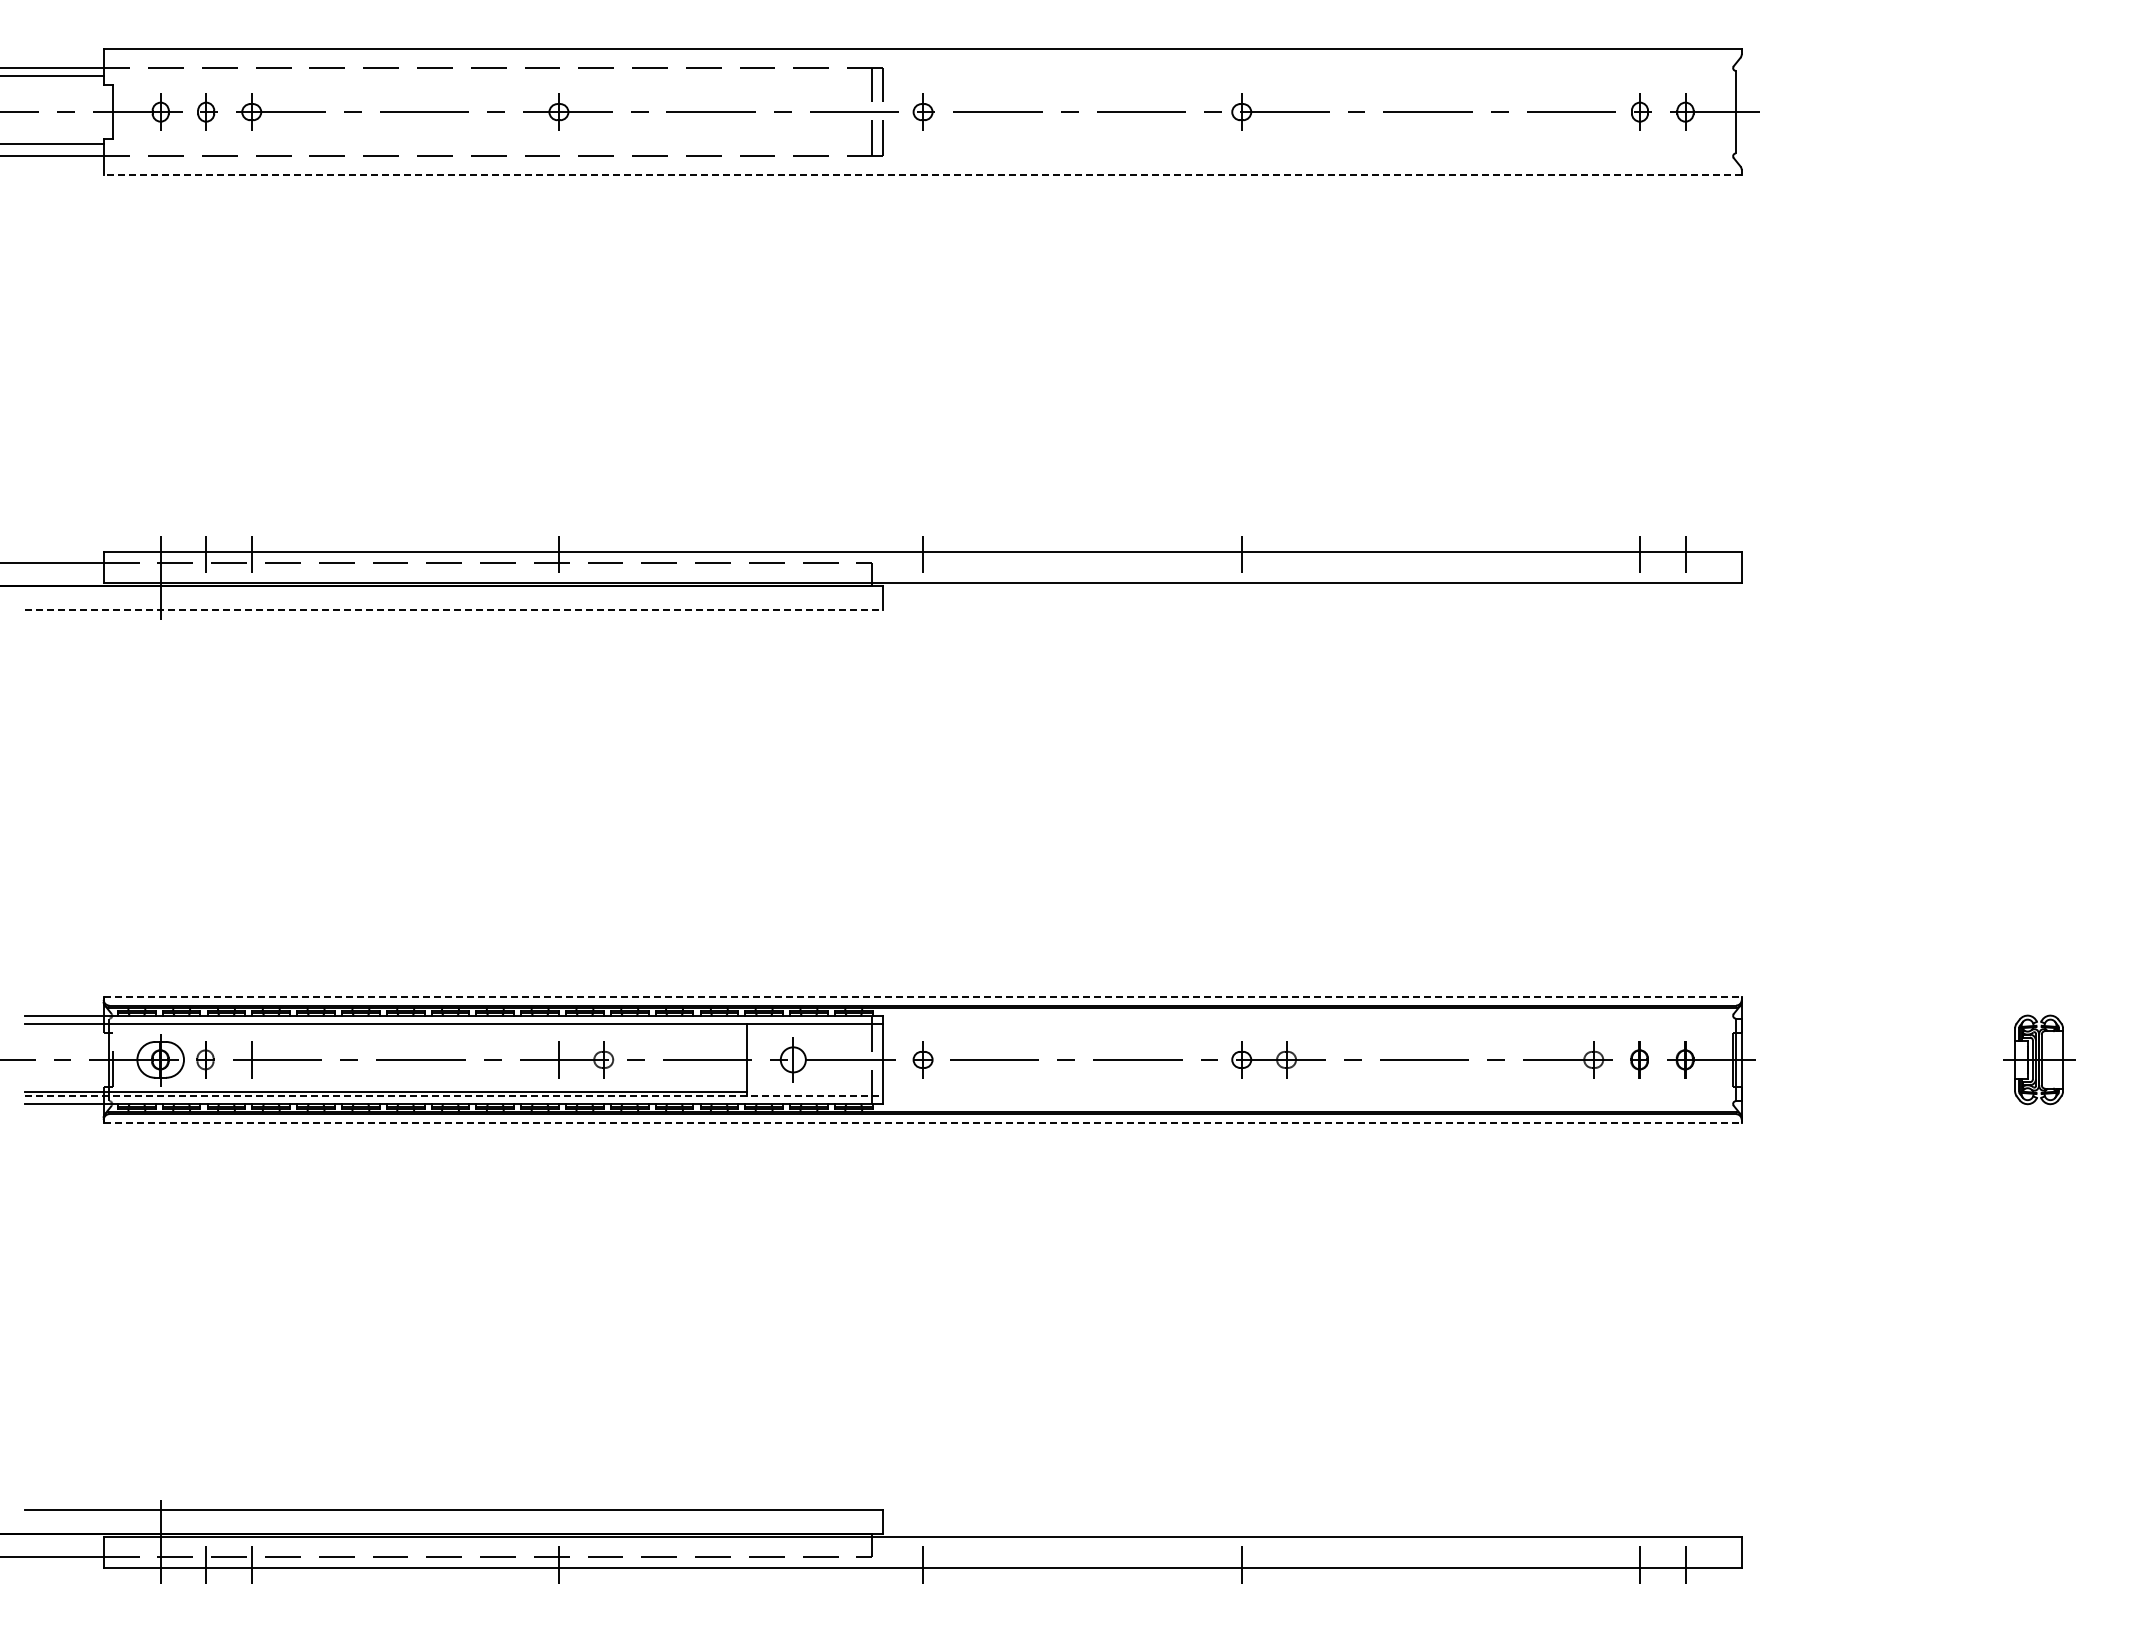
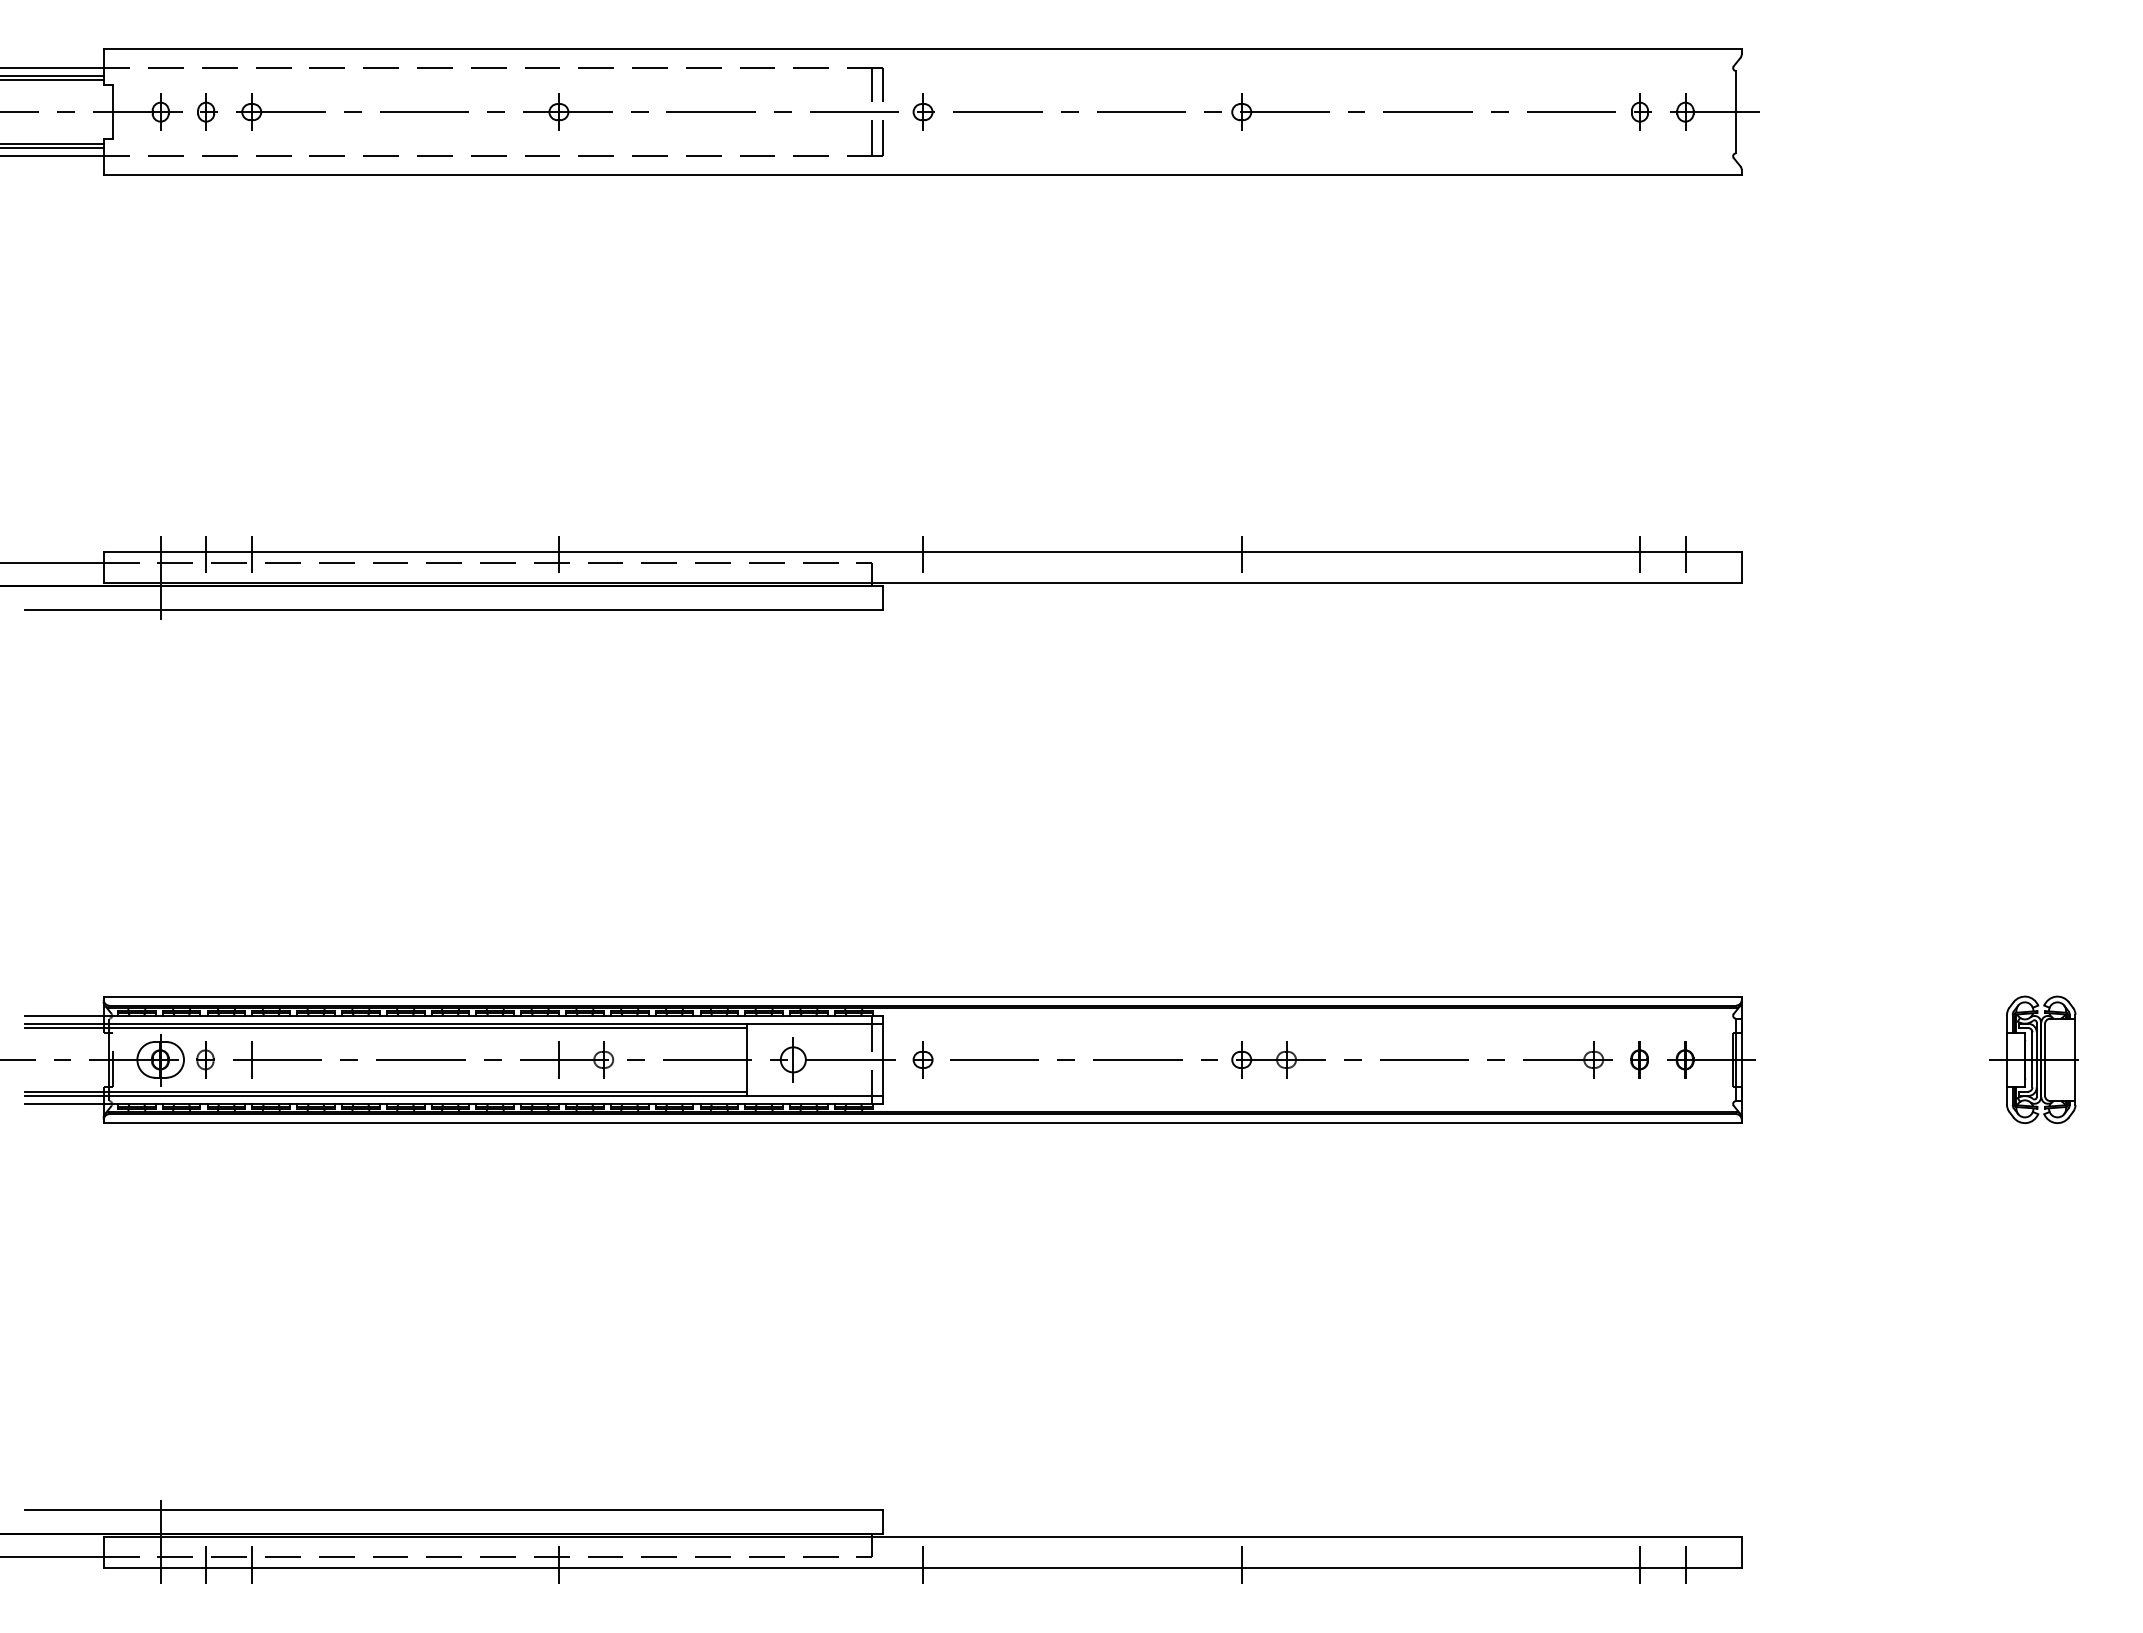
line at (52, 80): none -> present
line at (52, 148): none -> present
line at (922, 175): dashed -> solid
line at (454, 609): dashed -> solid
line at (923, 996): dashed -> solid
line at (385, 1028): none -> present
part at (2037, 1059) size: 69x92 px -> 90x130 px
line at (454, 1096): dashed -> solid
line at (923, 1123): dashed -> solid
